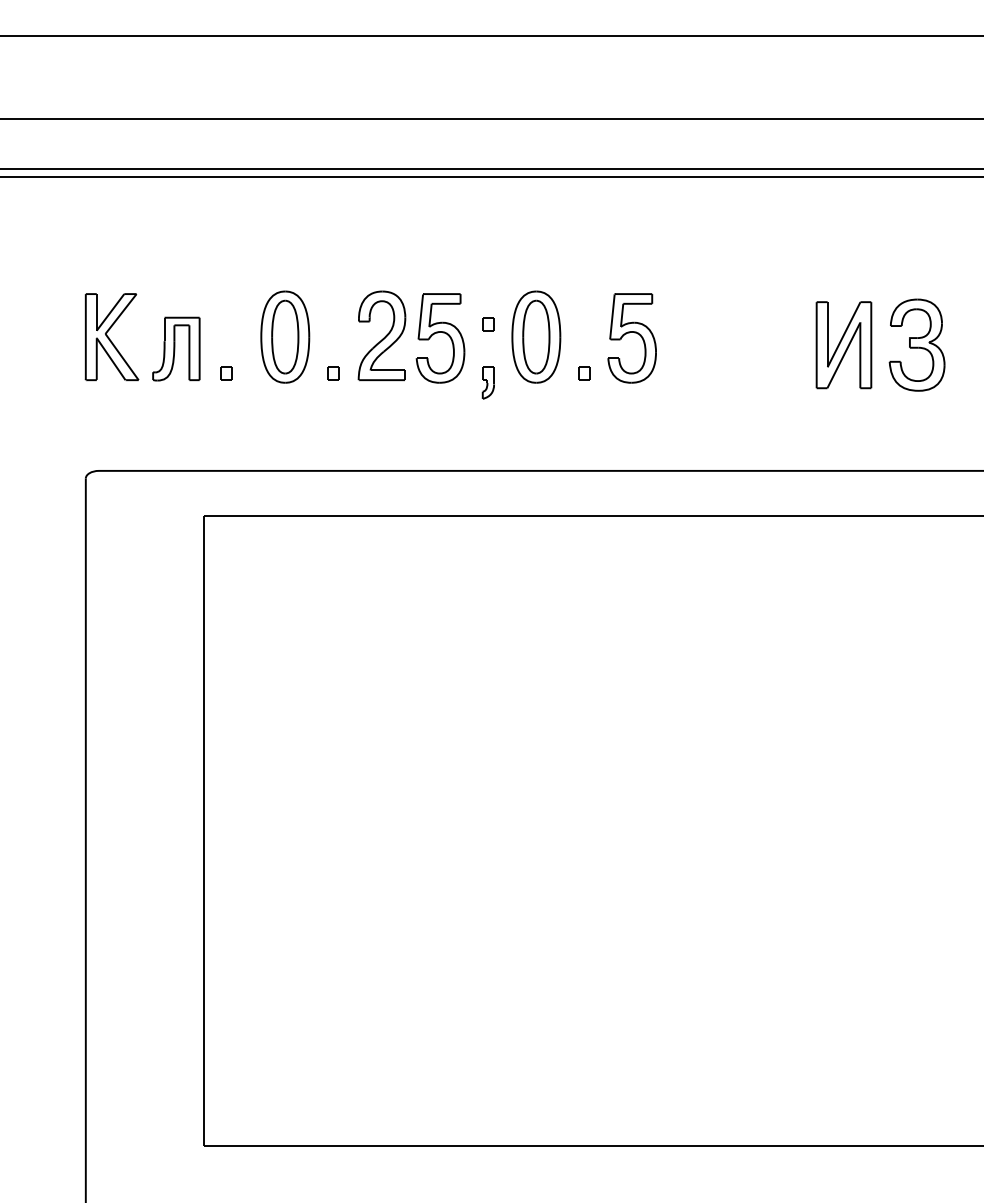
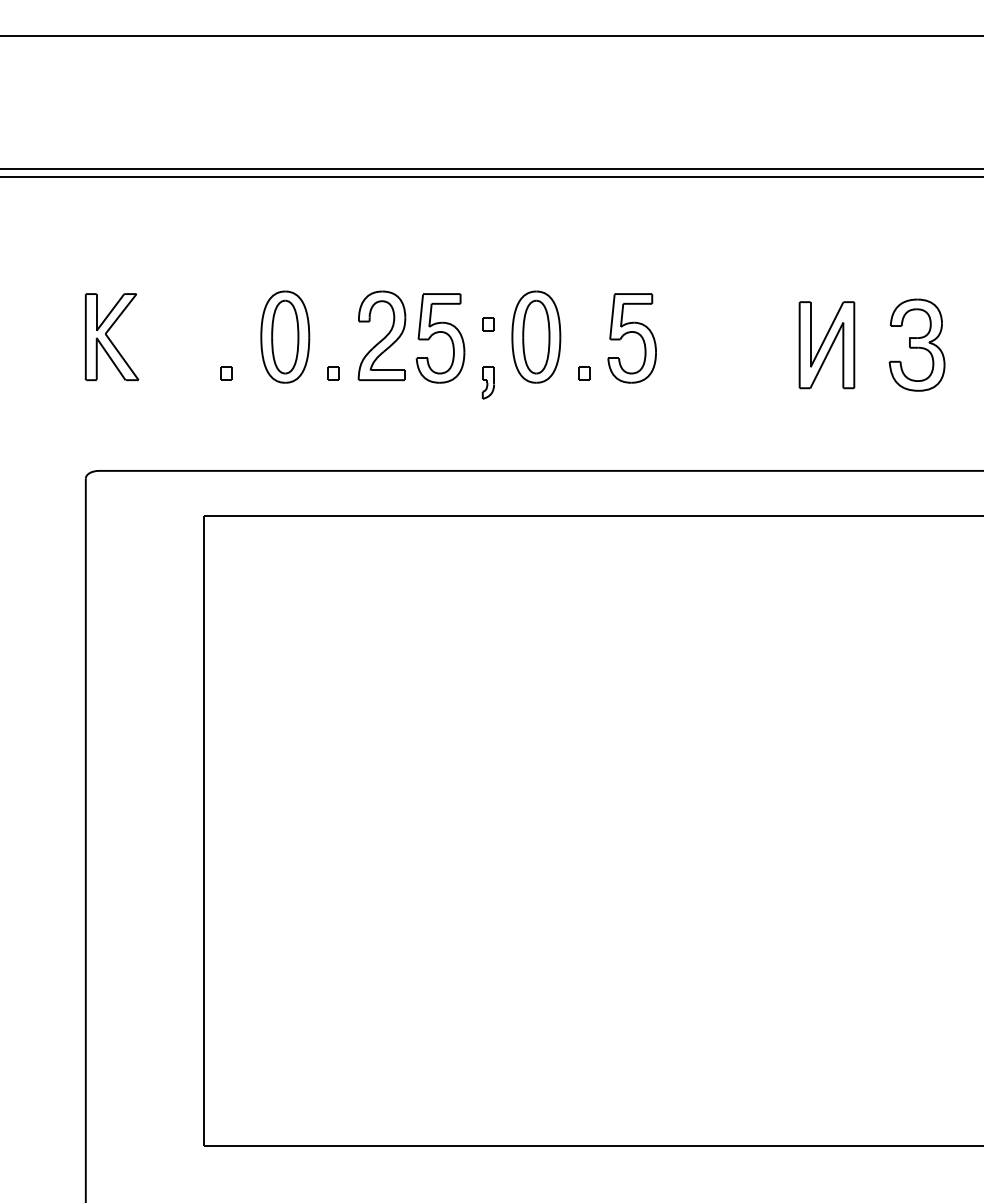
line at (491, 119): present -> none
part at (843, 345) position: (843, 345) -> (826, 345)
part at (176, 348): present -> none
